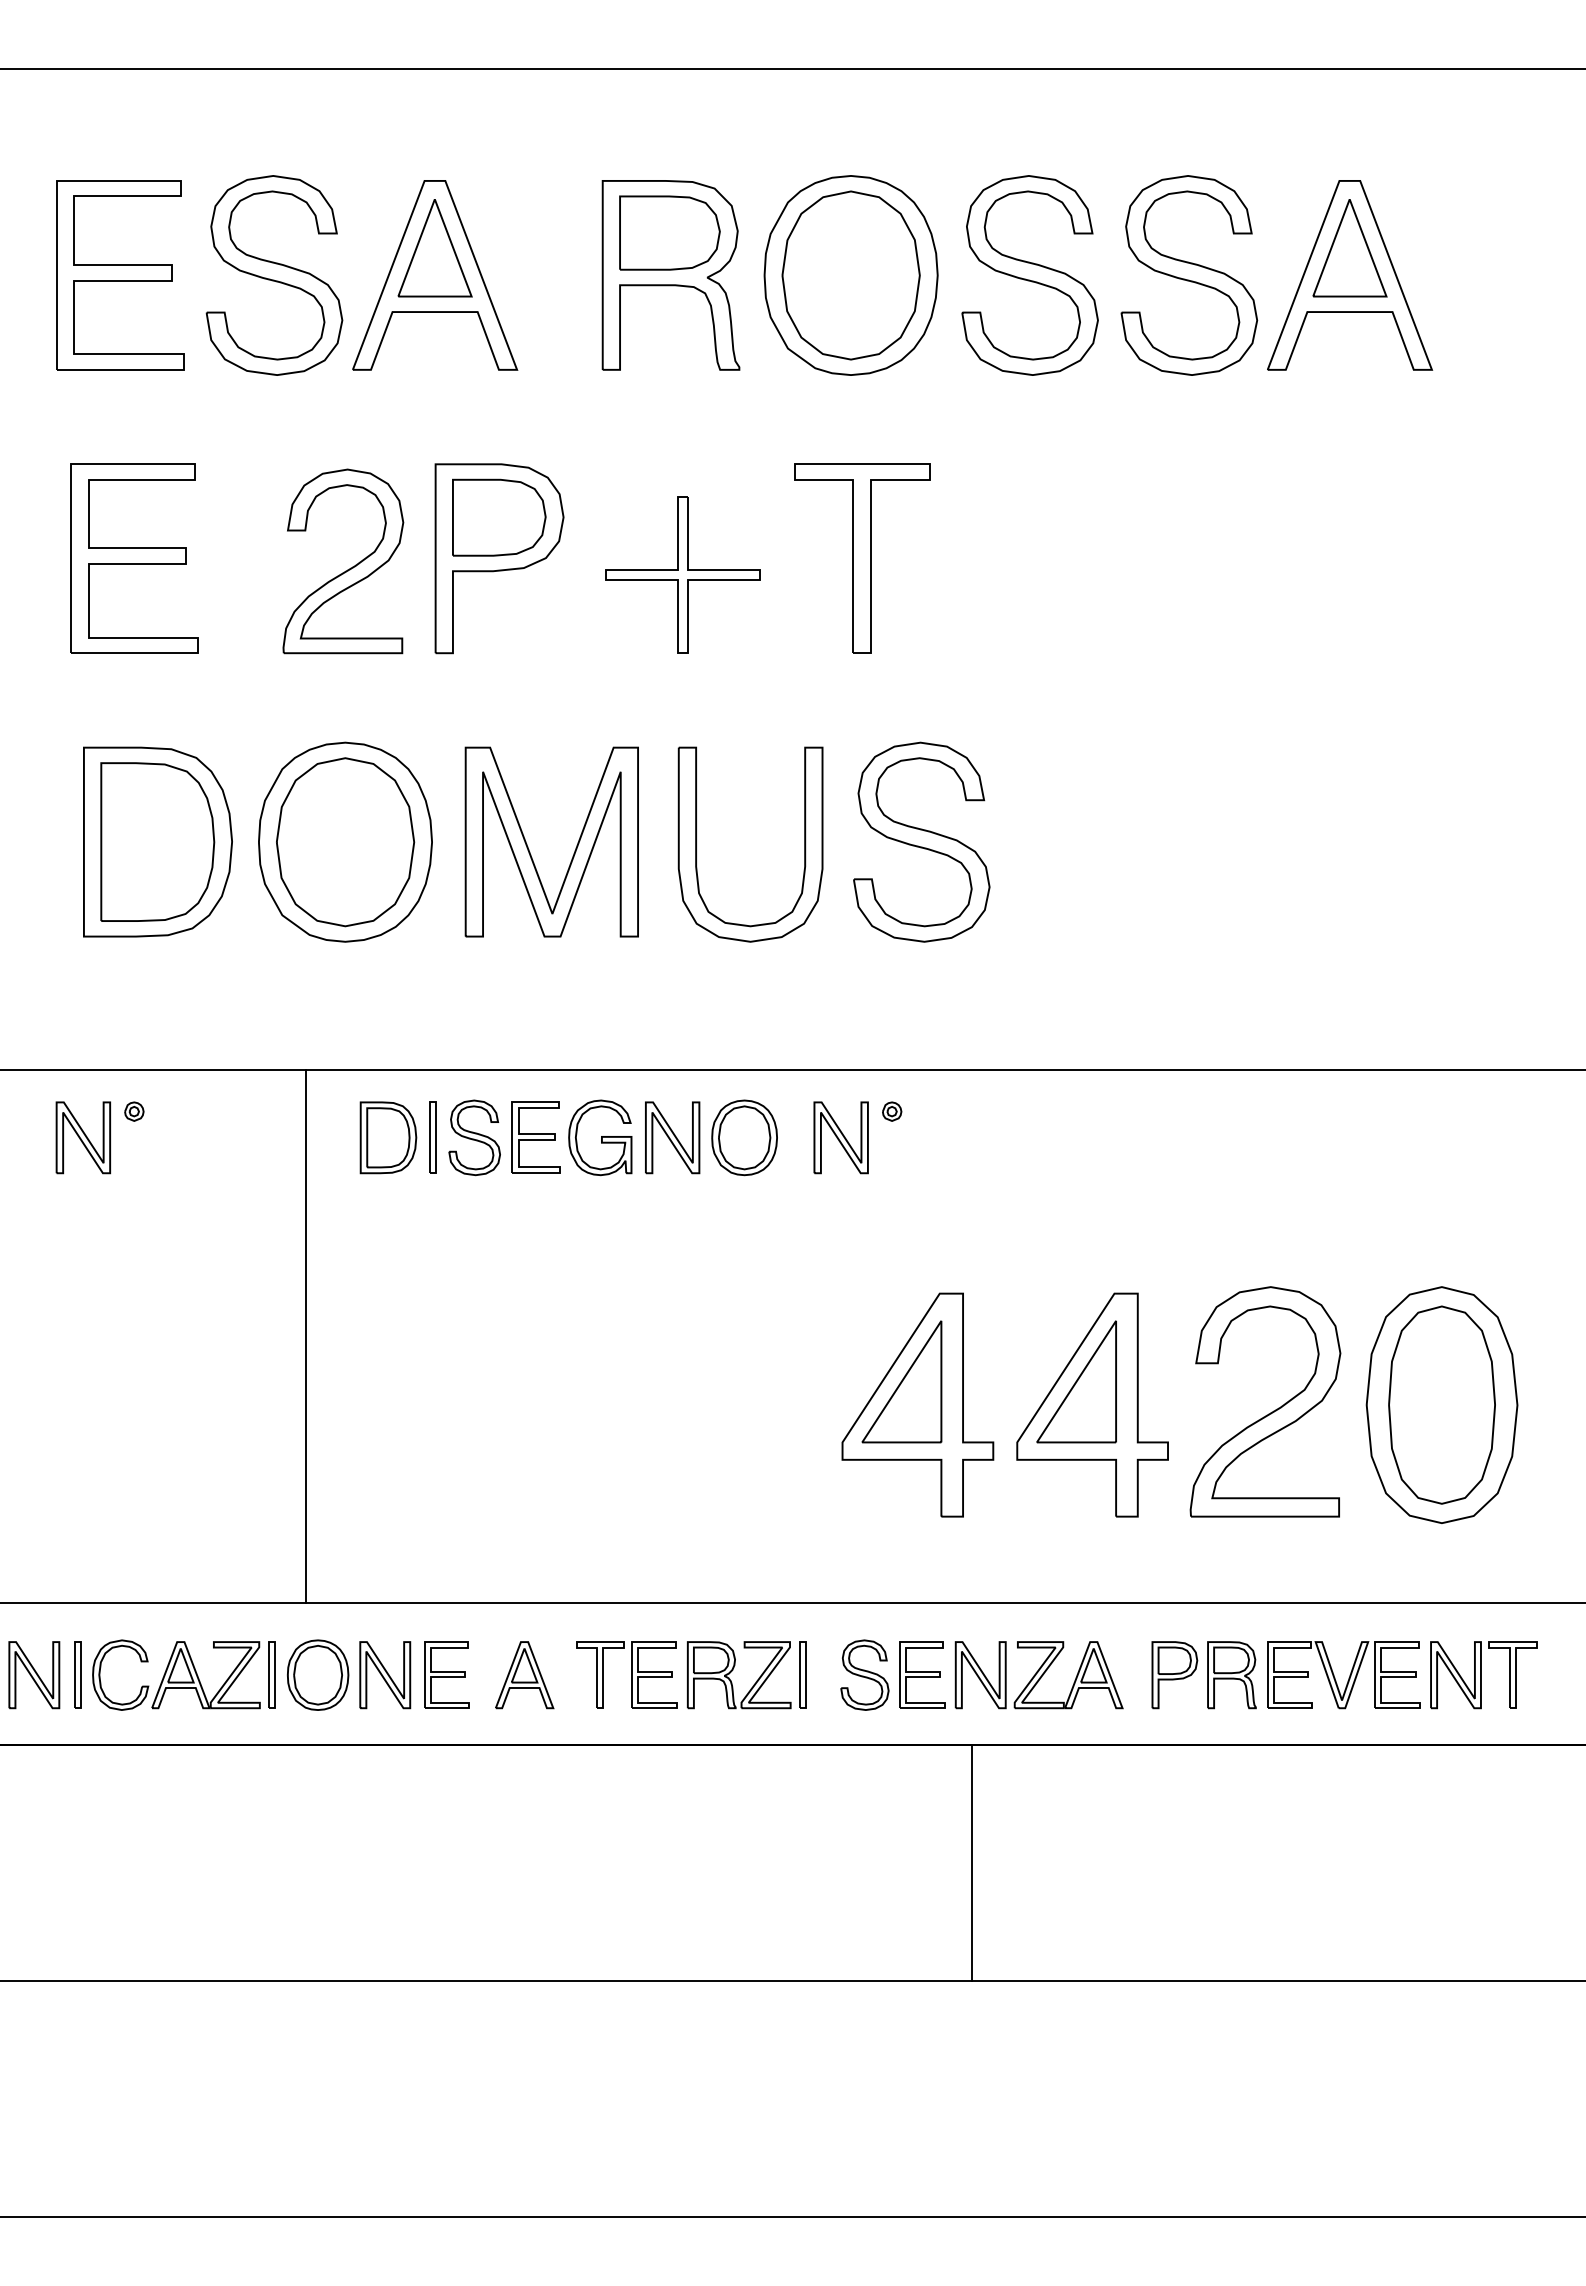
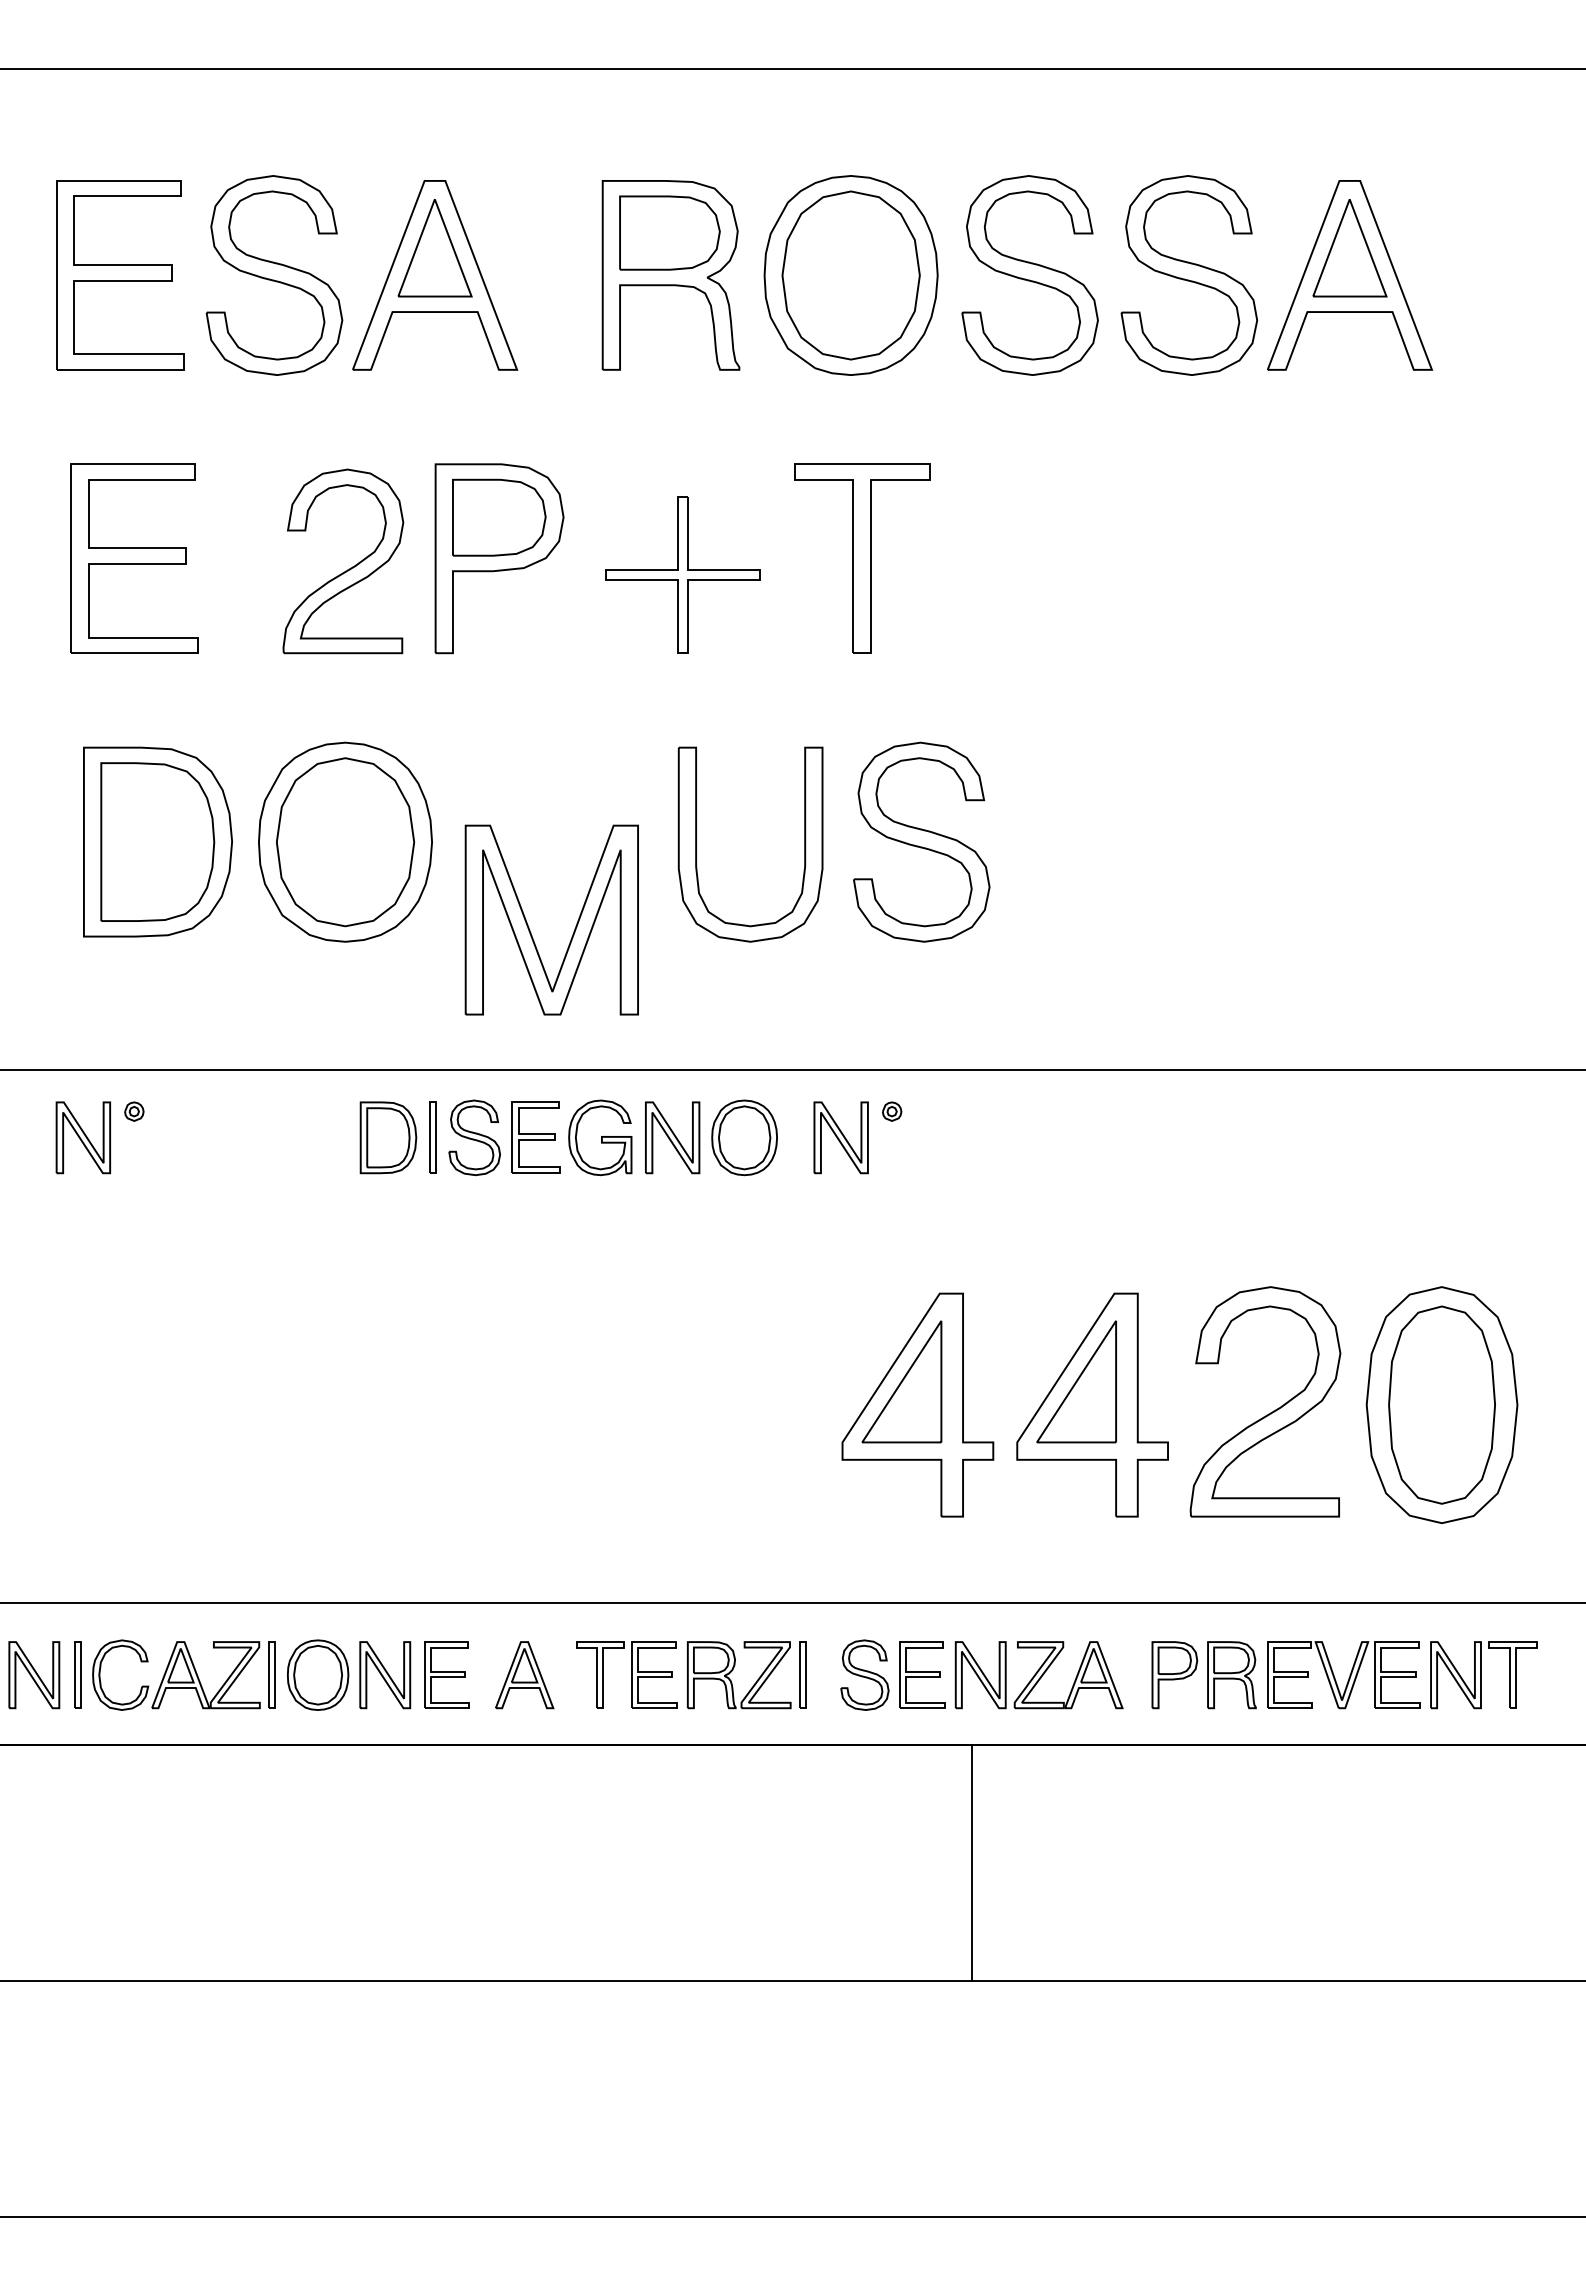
part at (529, 849) position: (529, 849) -> (529, 927)
line at (305, 1336): present -> none
